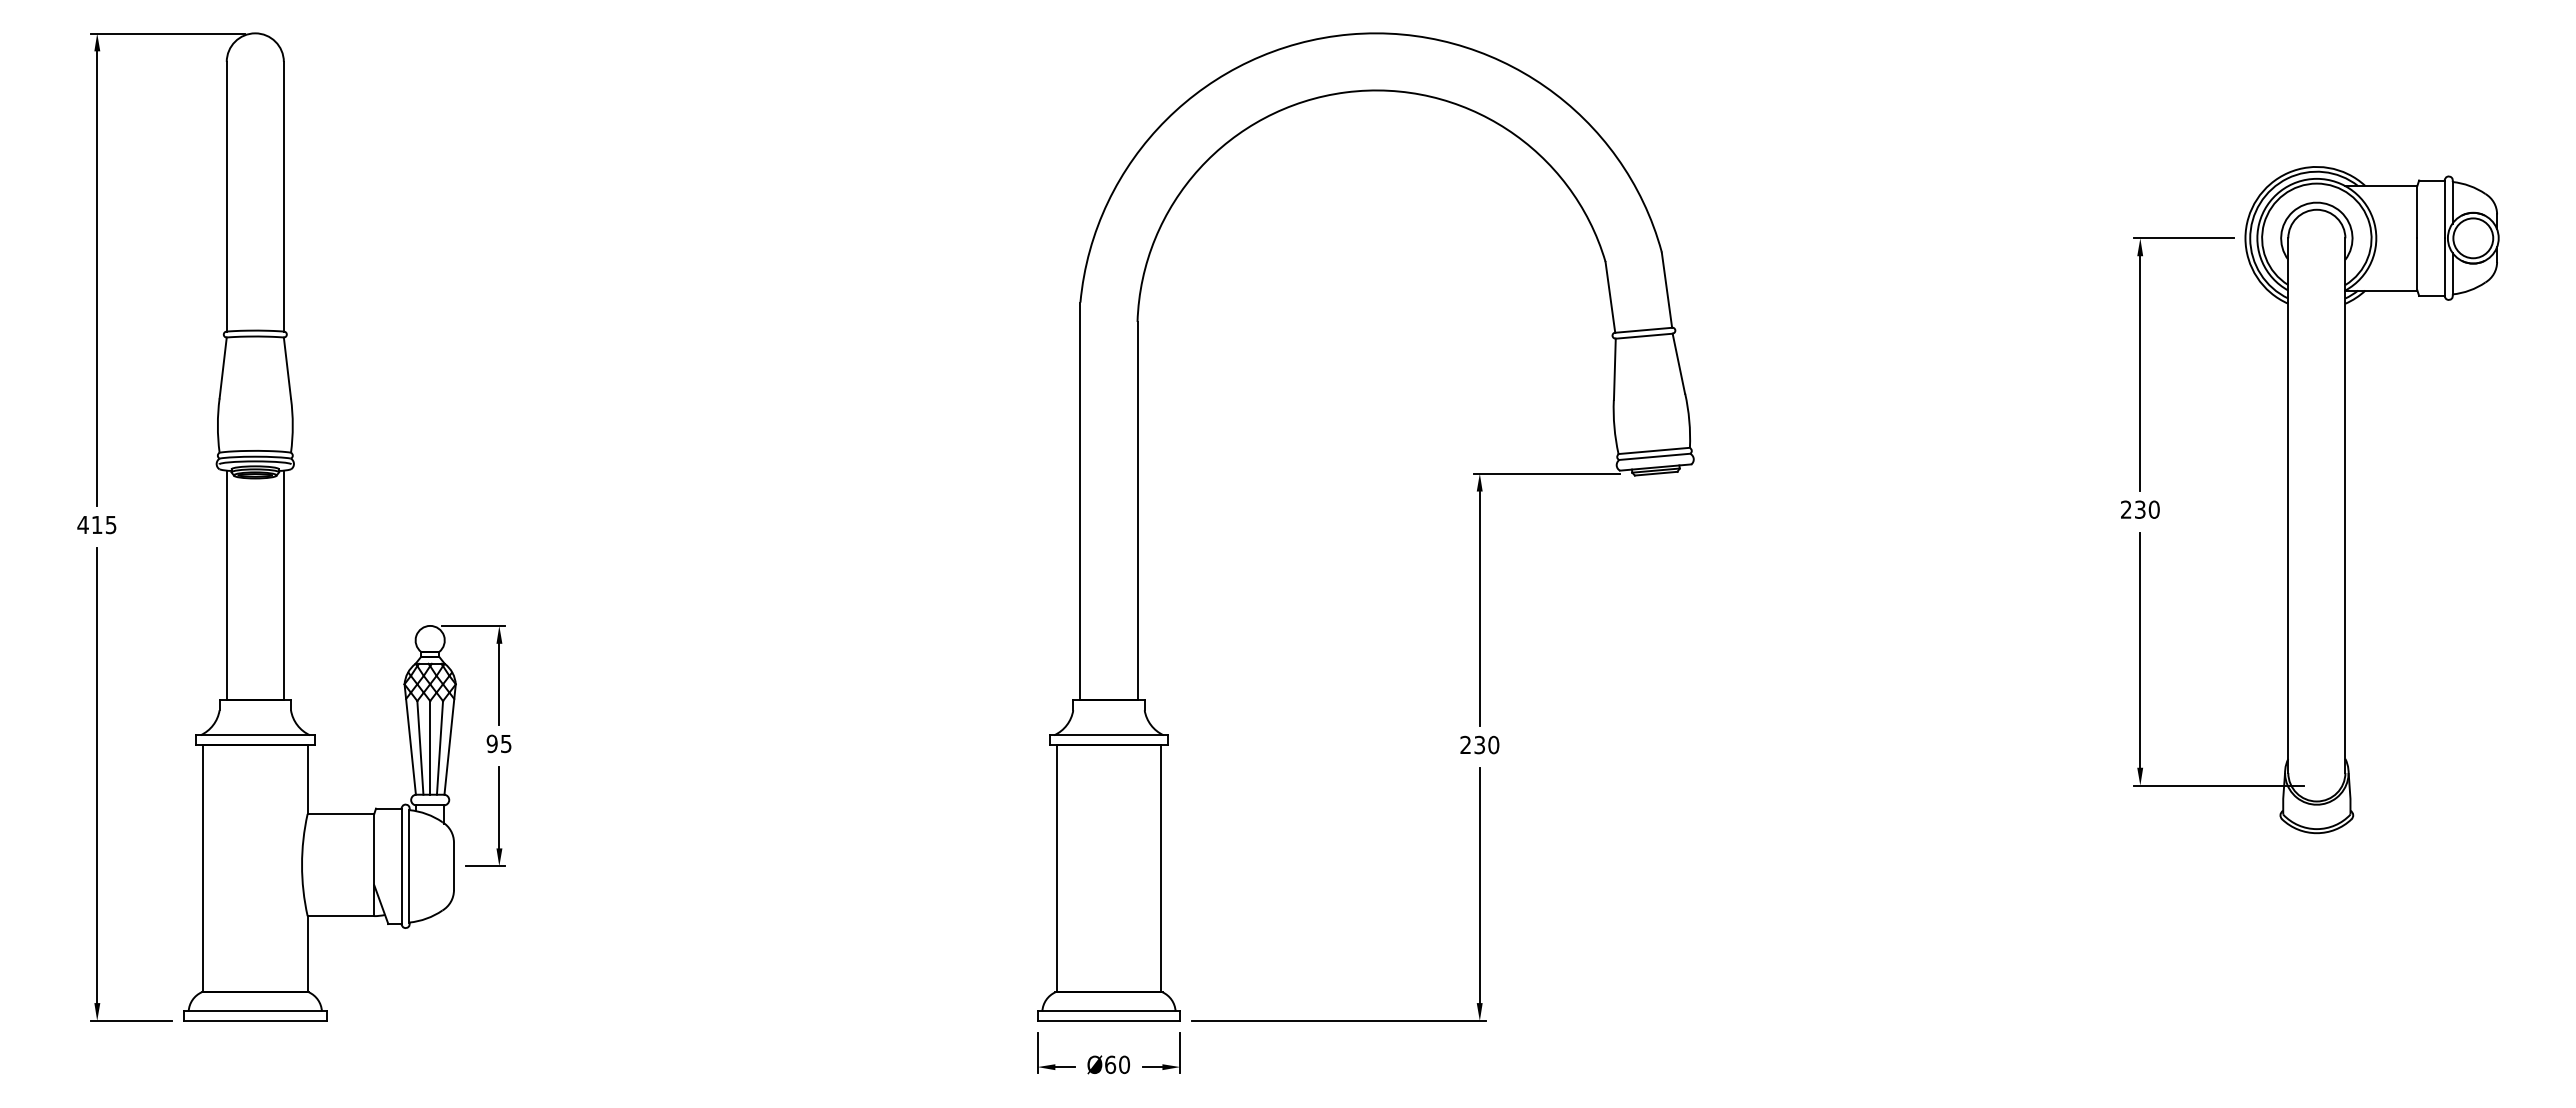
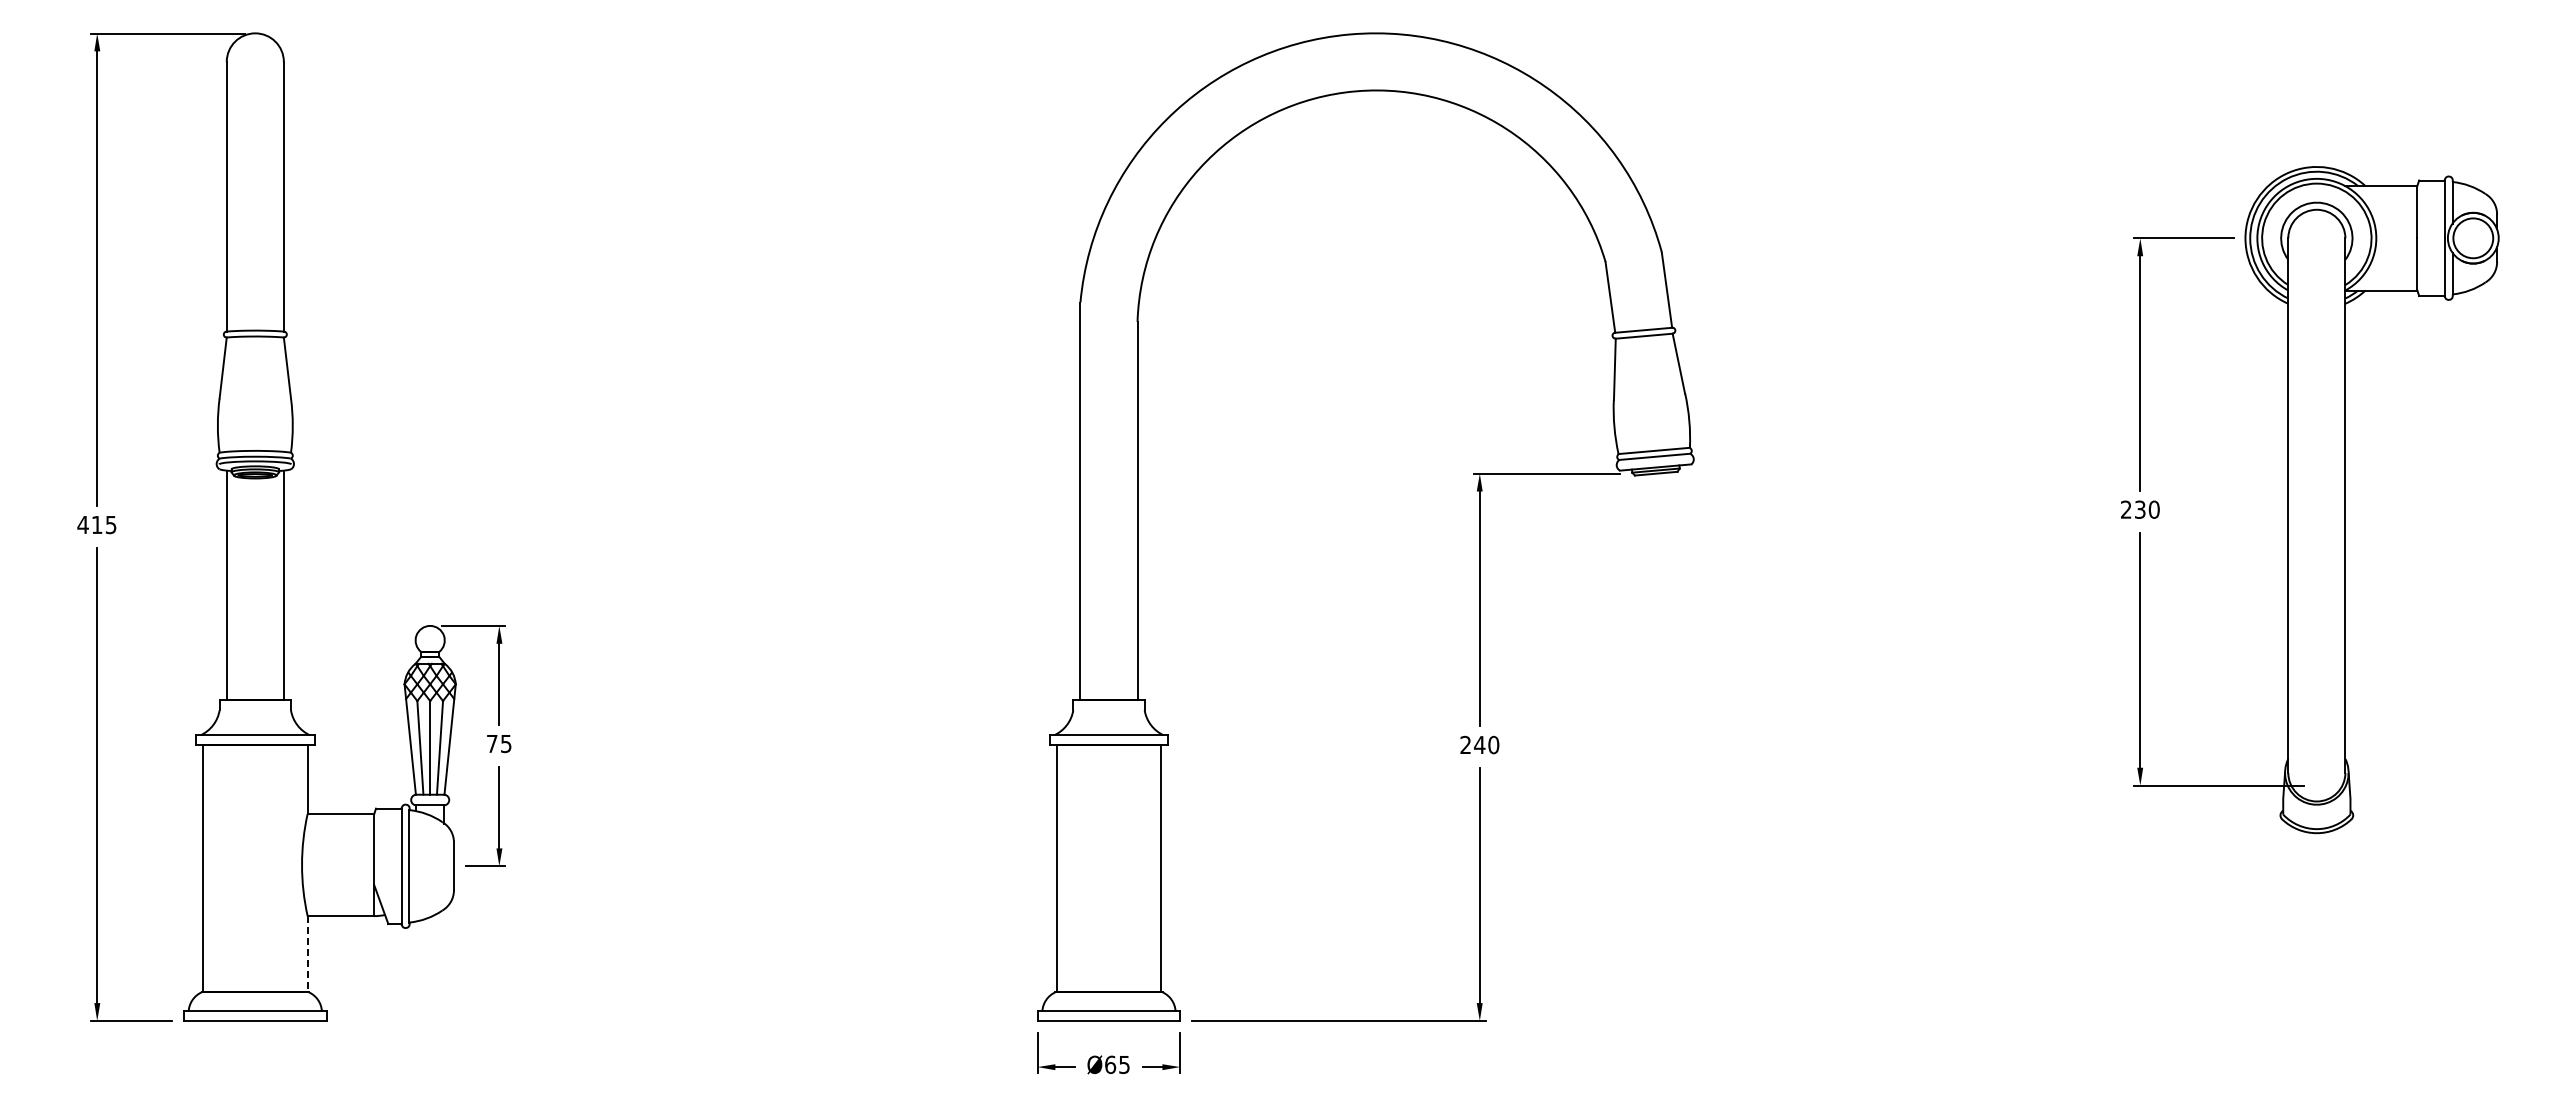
text at (491, 743): 95 -> 75
text at (1479, 744): 230 -> 240
line at (307, 954): solid -> dashed
text at (1124, 1064): Ø60 -> Ø65
